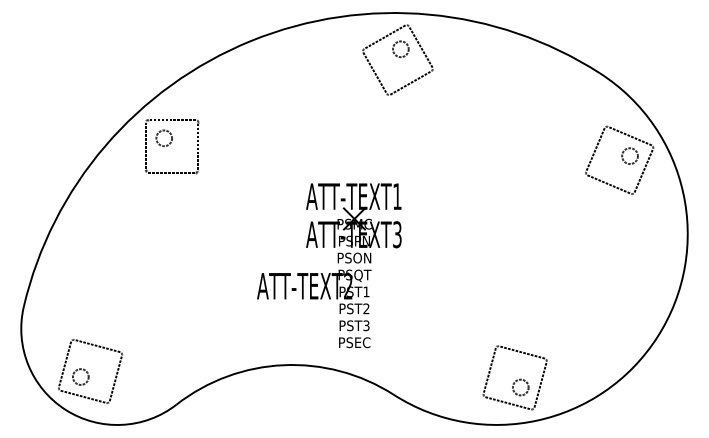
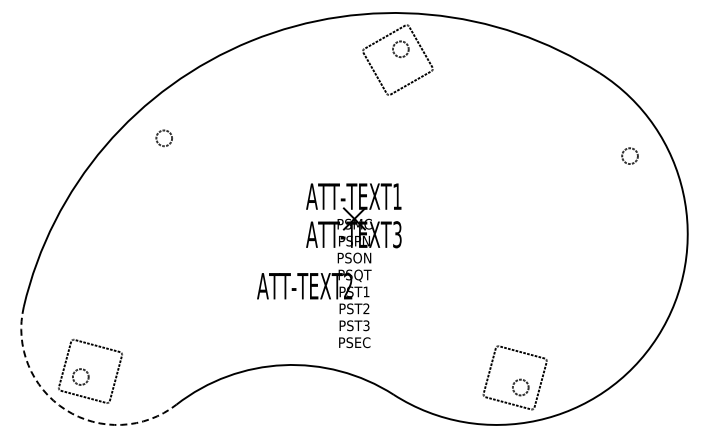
part at (197, 145): present -> none
part at (597, 148): present -> none
arc at (65, 409): solid -> dashed
